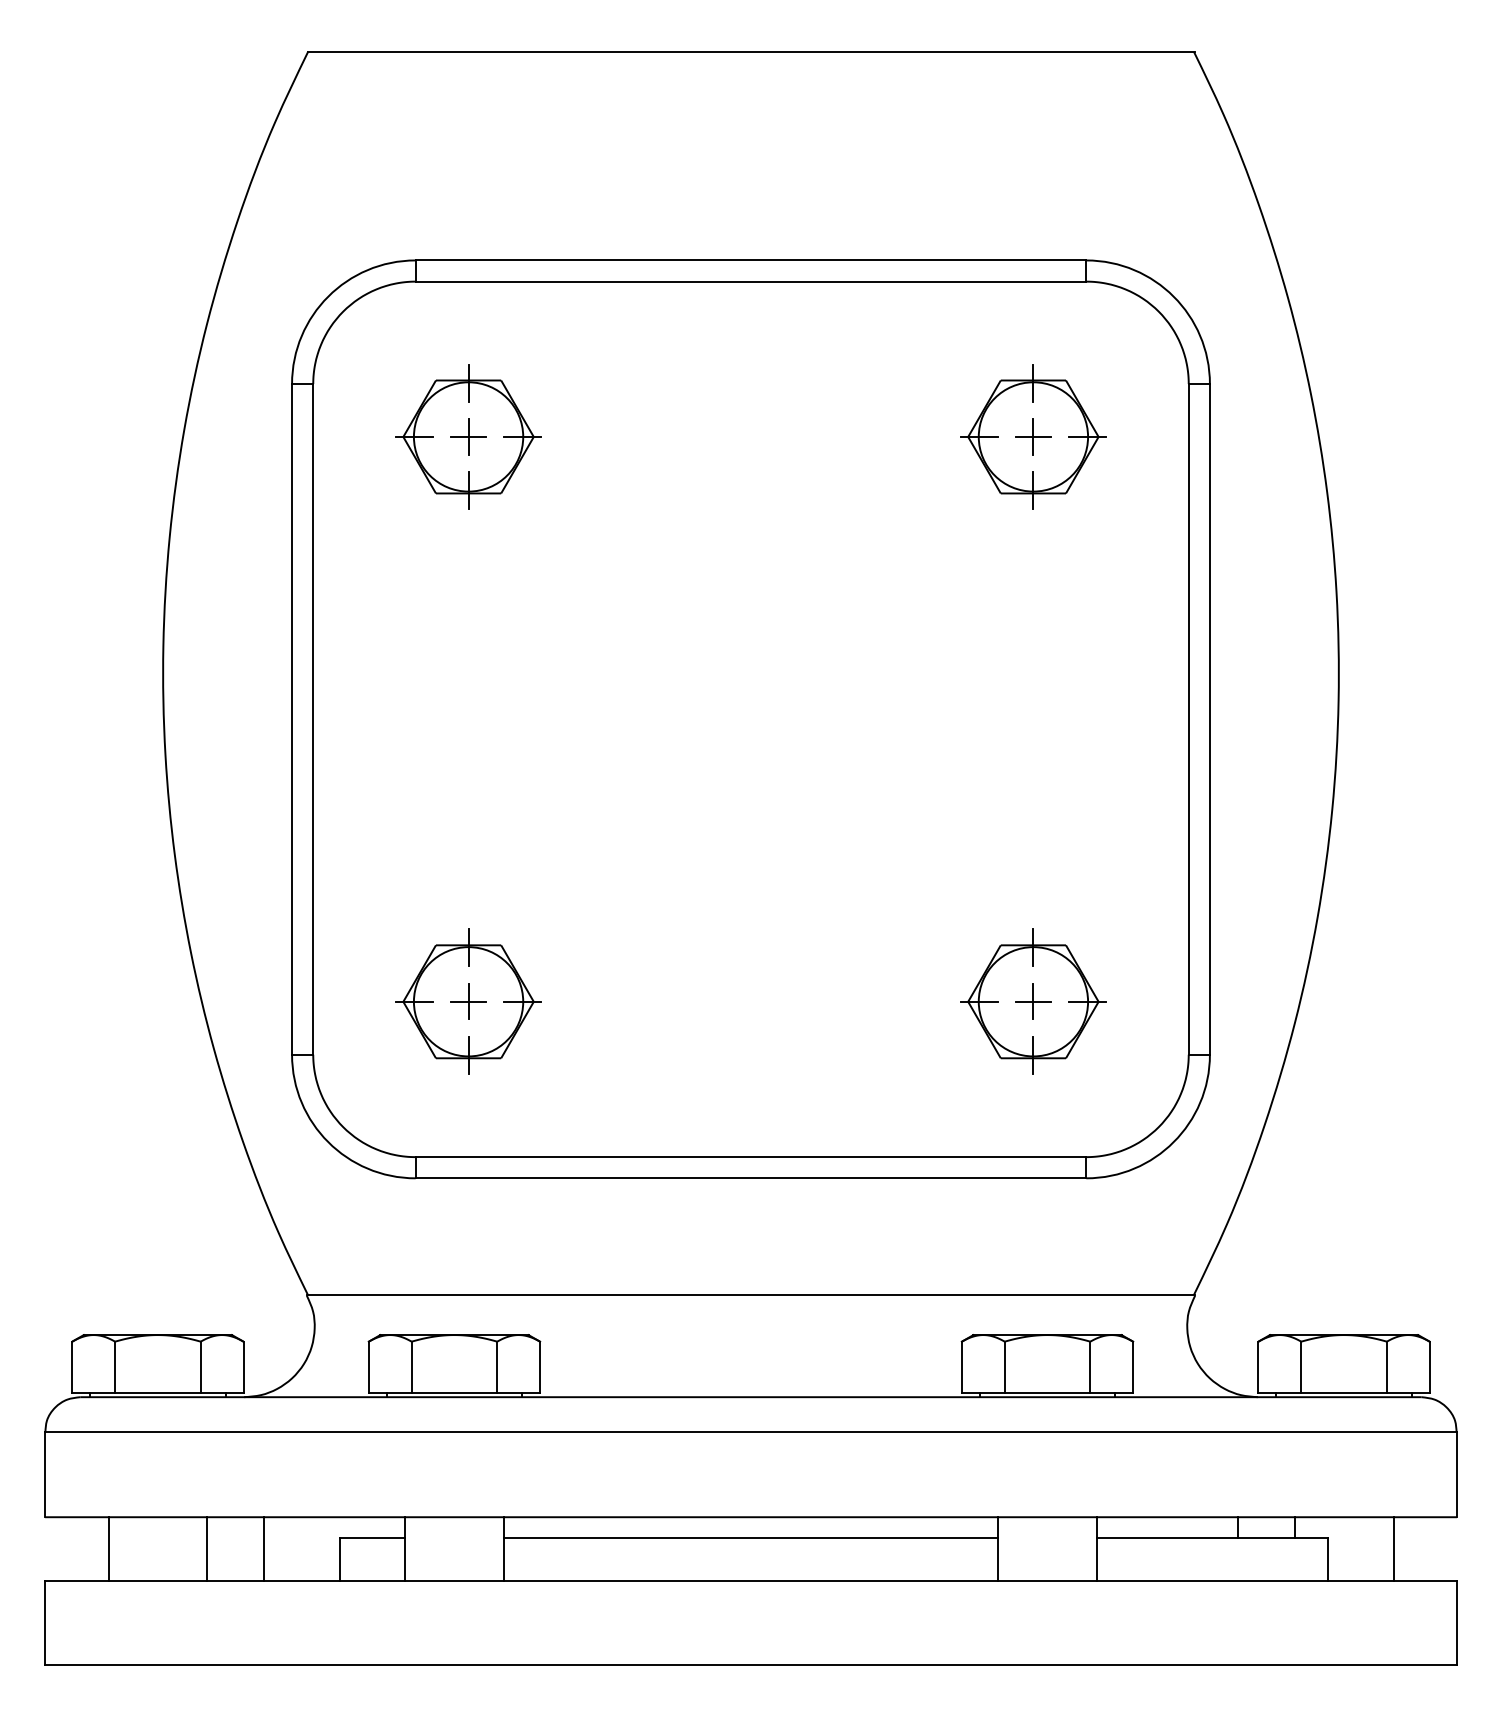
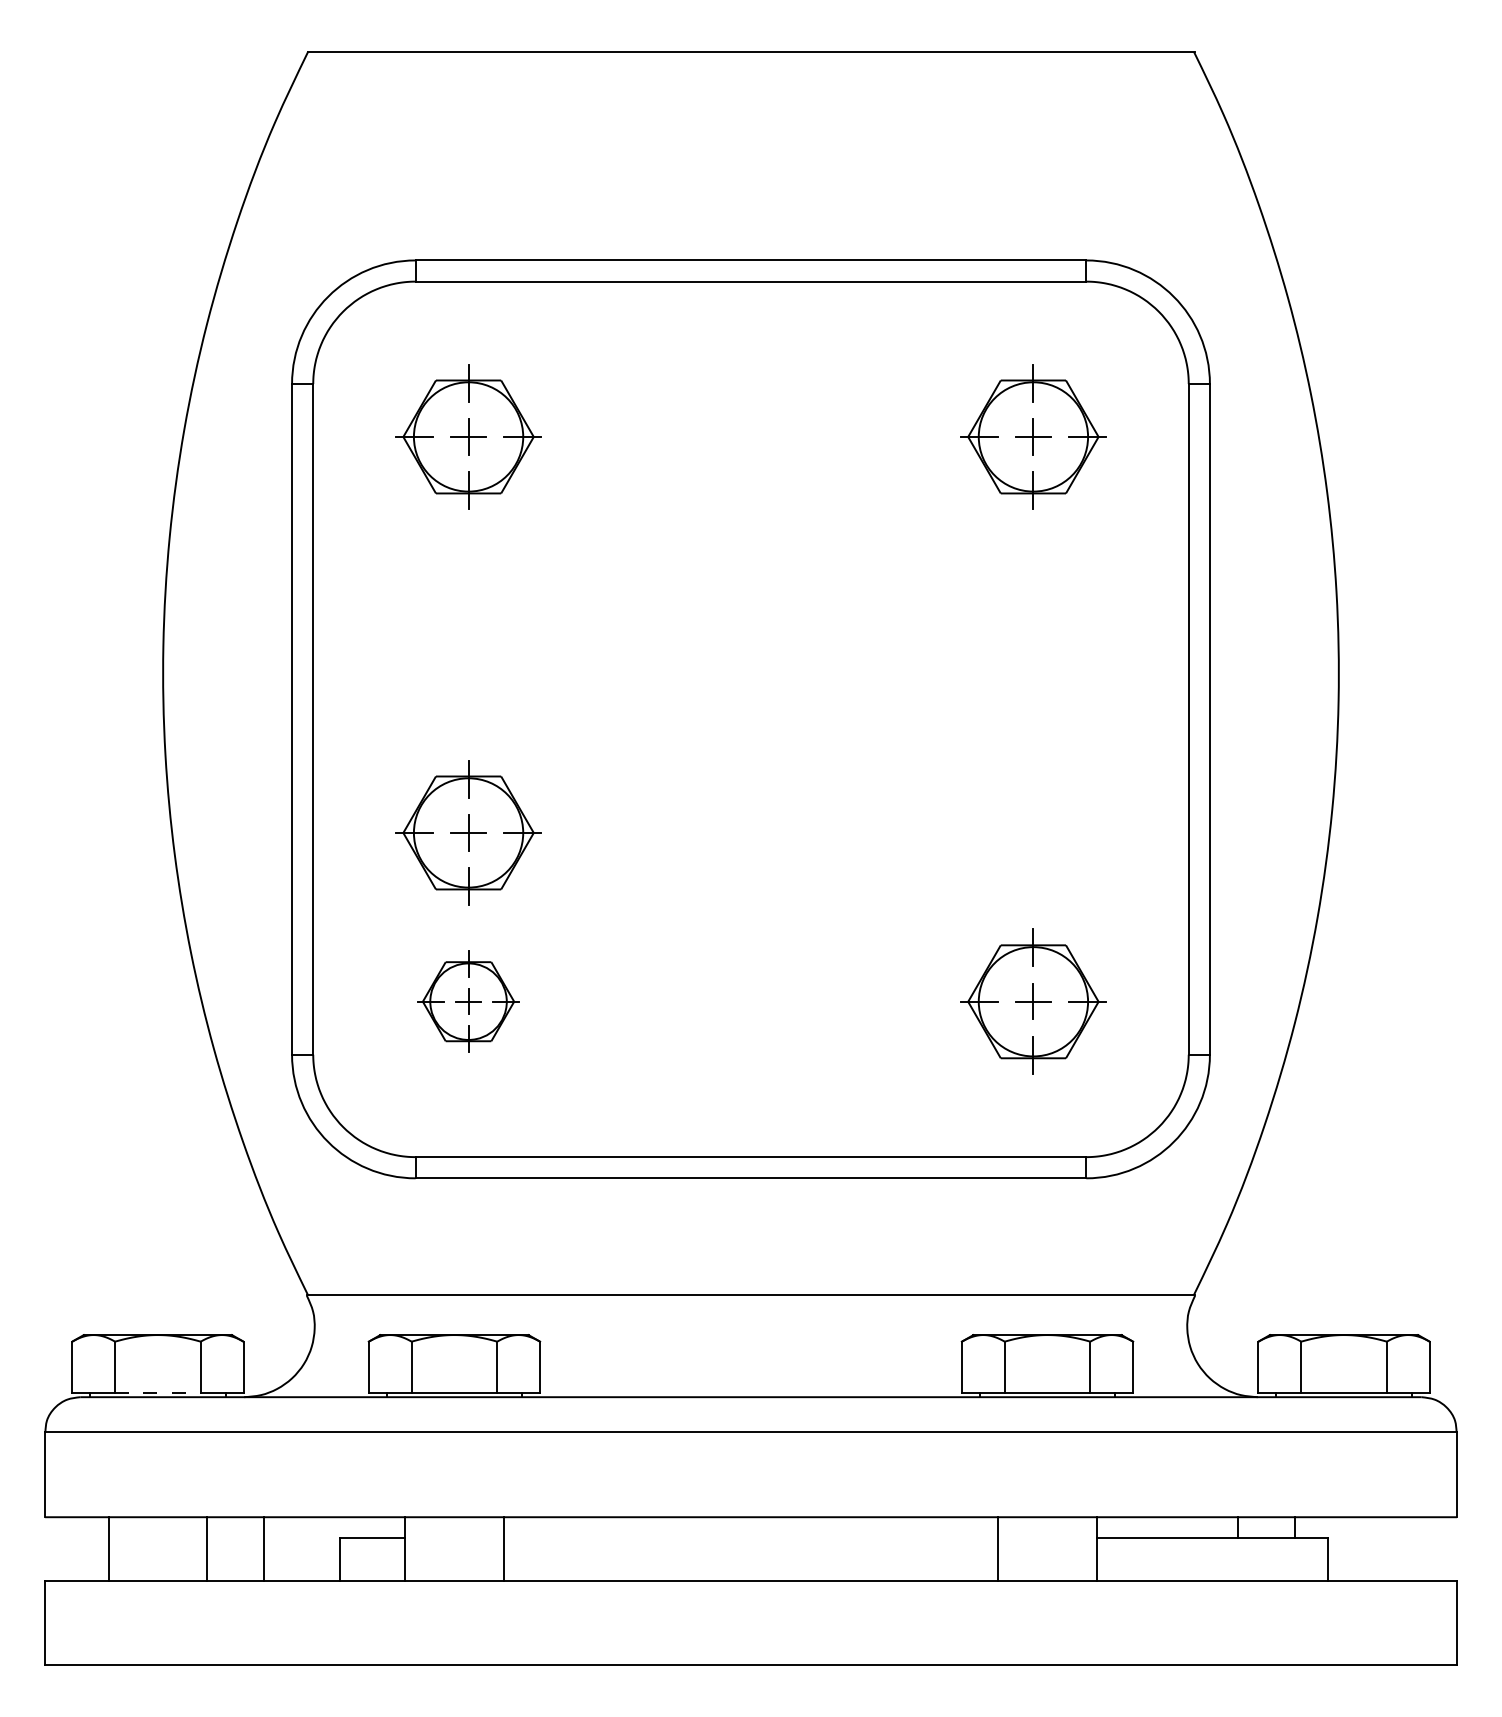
part at (468, 832): none -> present
part at (468, 1001) size: 147x147 px -> 103x103 px
line at (157, 1392): solid -> dashed
line at (750, 1538): present -> none
line at (1393, 1548): present -> none
